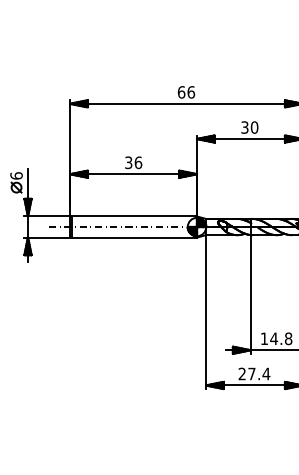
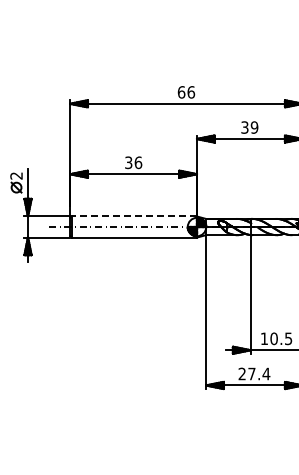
text at (254, 127): 30 -> 39
text at (16, 175): 6 -> 2
line at (134, 216): solid -> dashed
text at (281, 338): 14.8 -> 10.5
